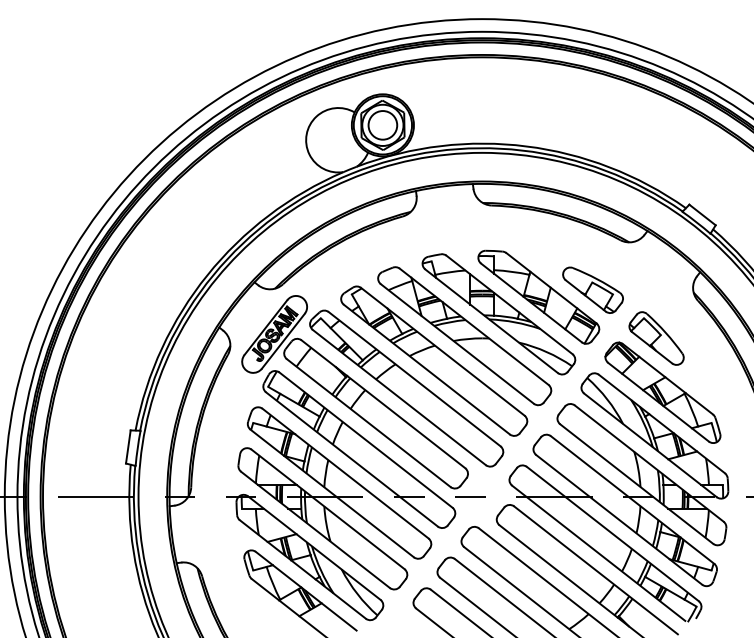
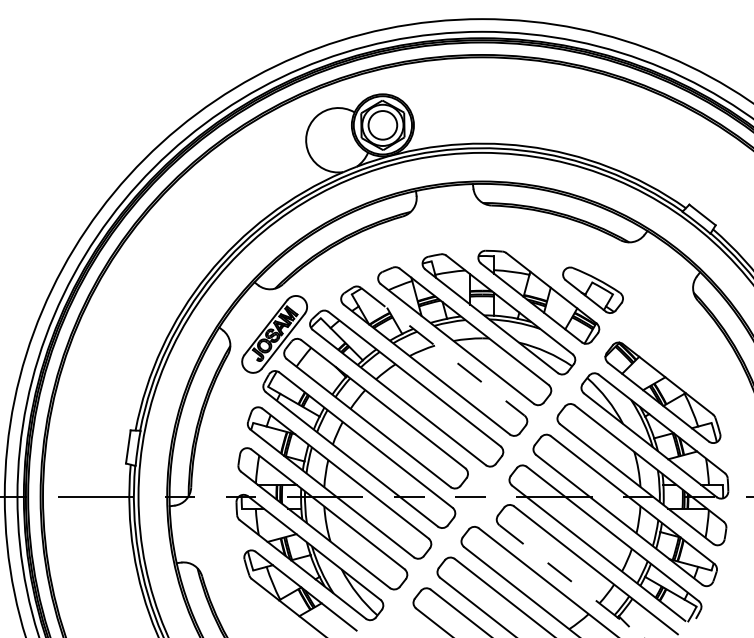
part at (656, 338): present -> none
line at (442, 351): solid -> dashed
line at (571, 581): solid -> dashed
